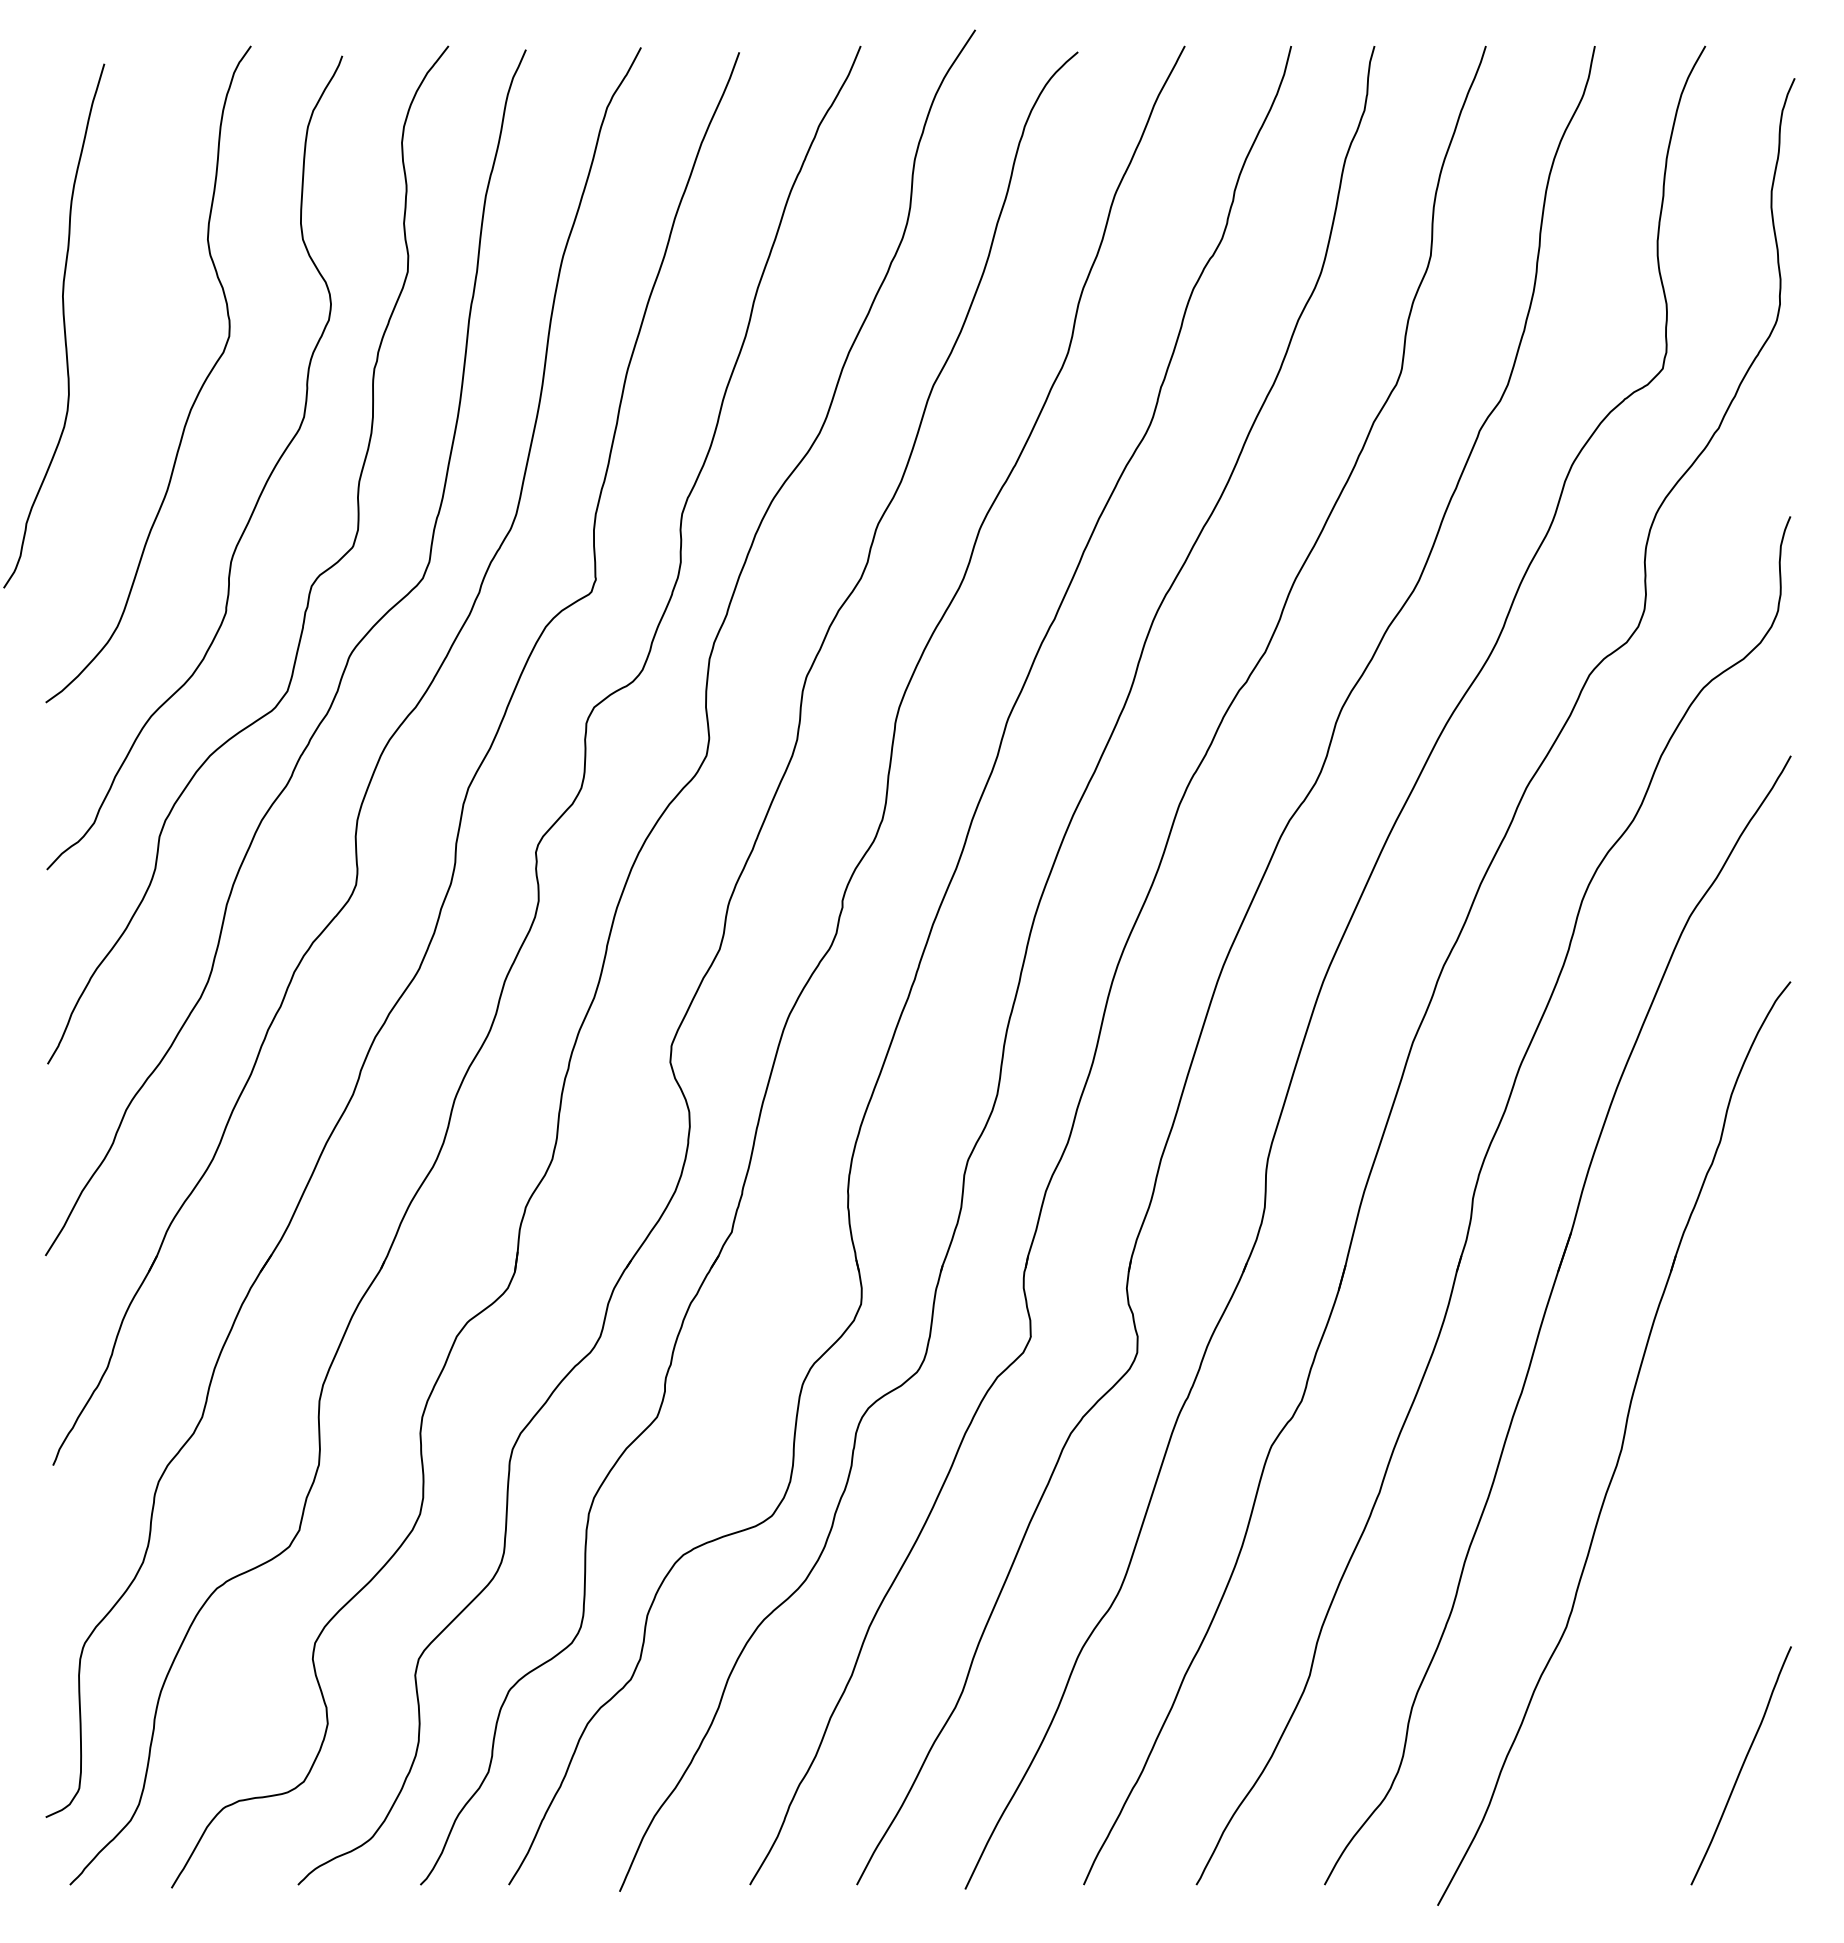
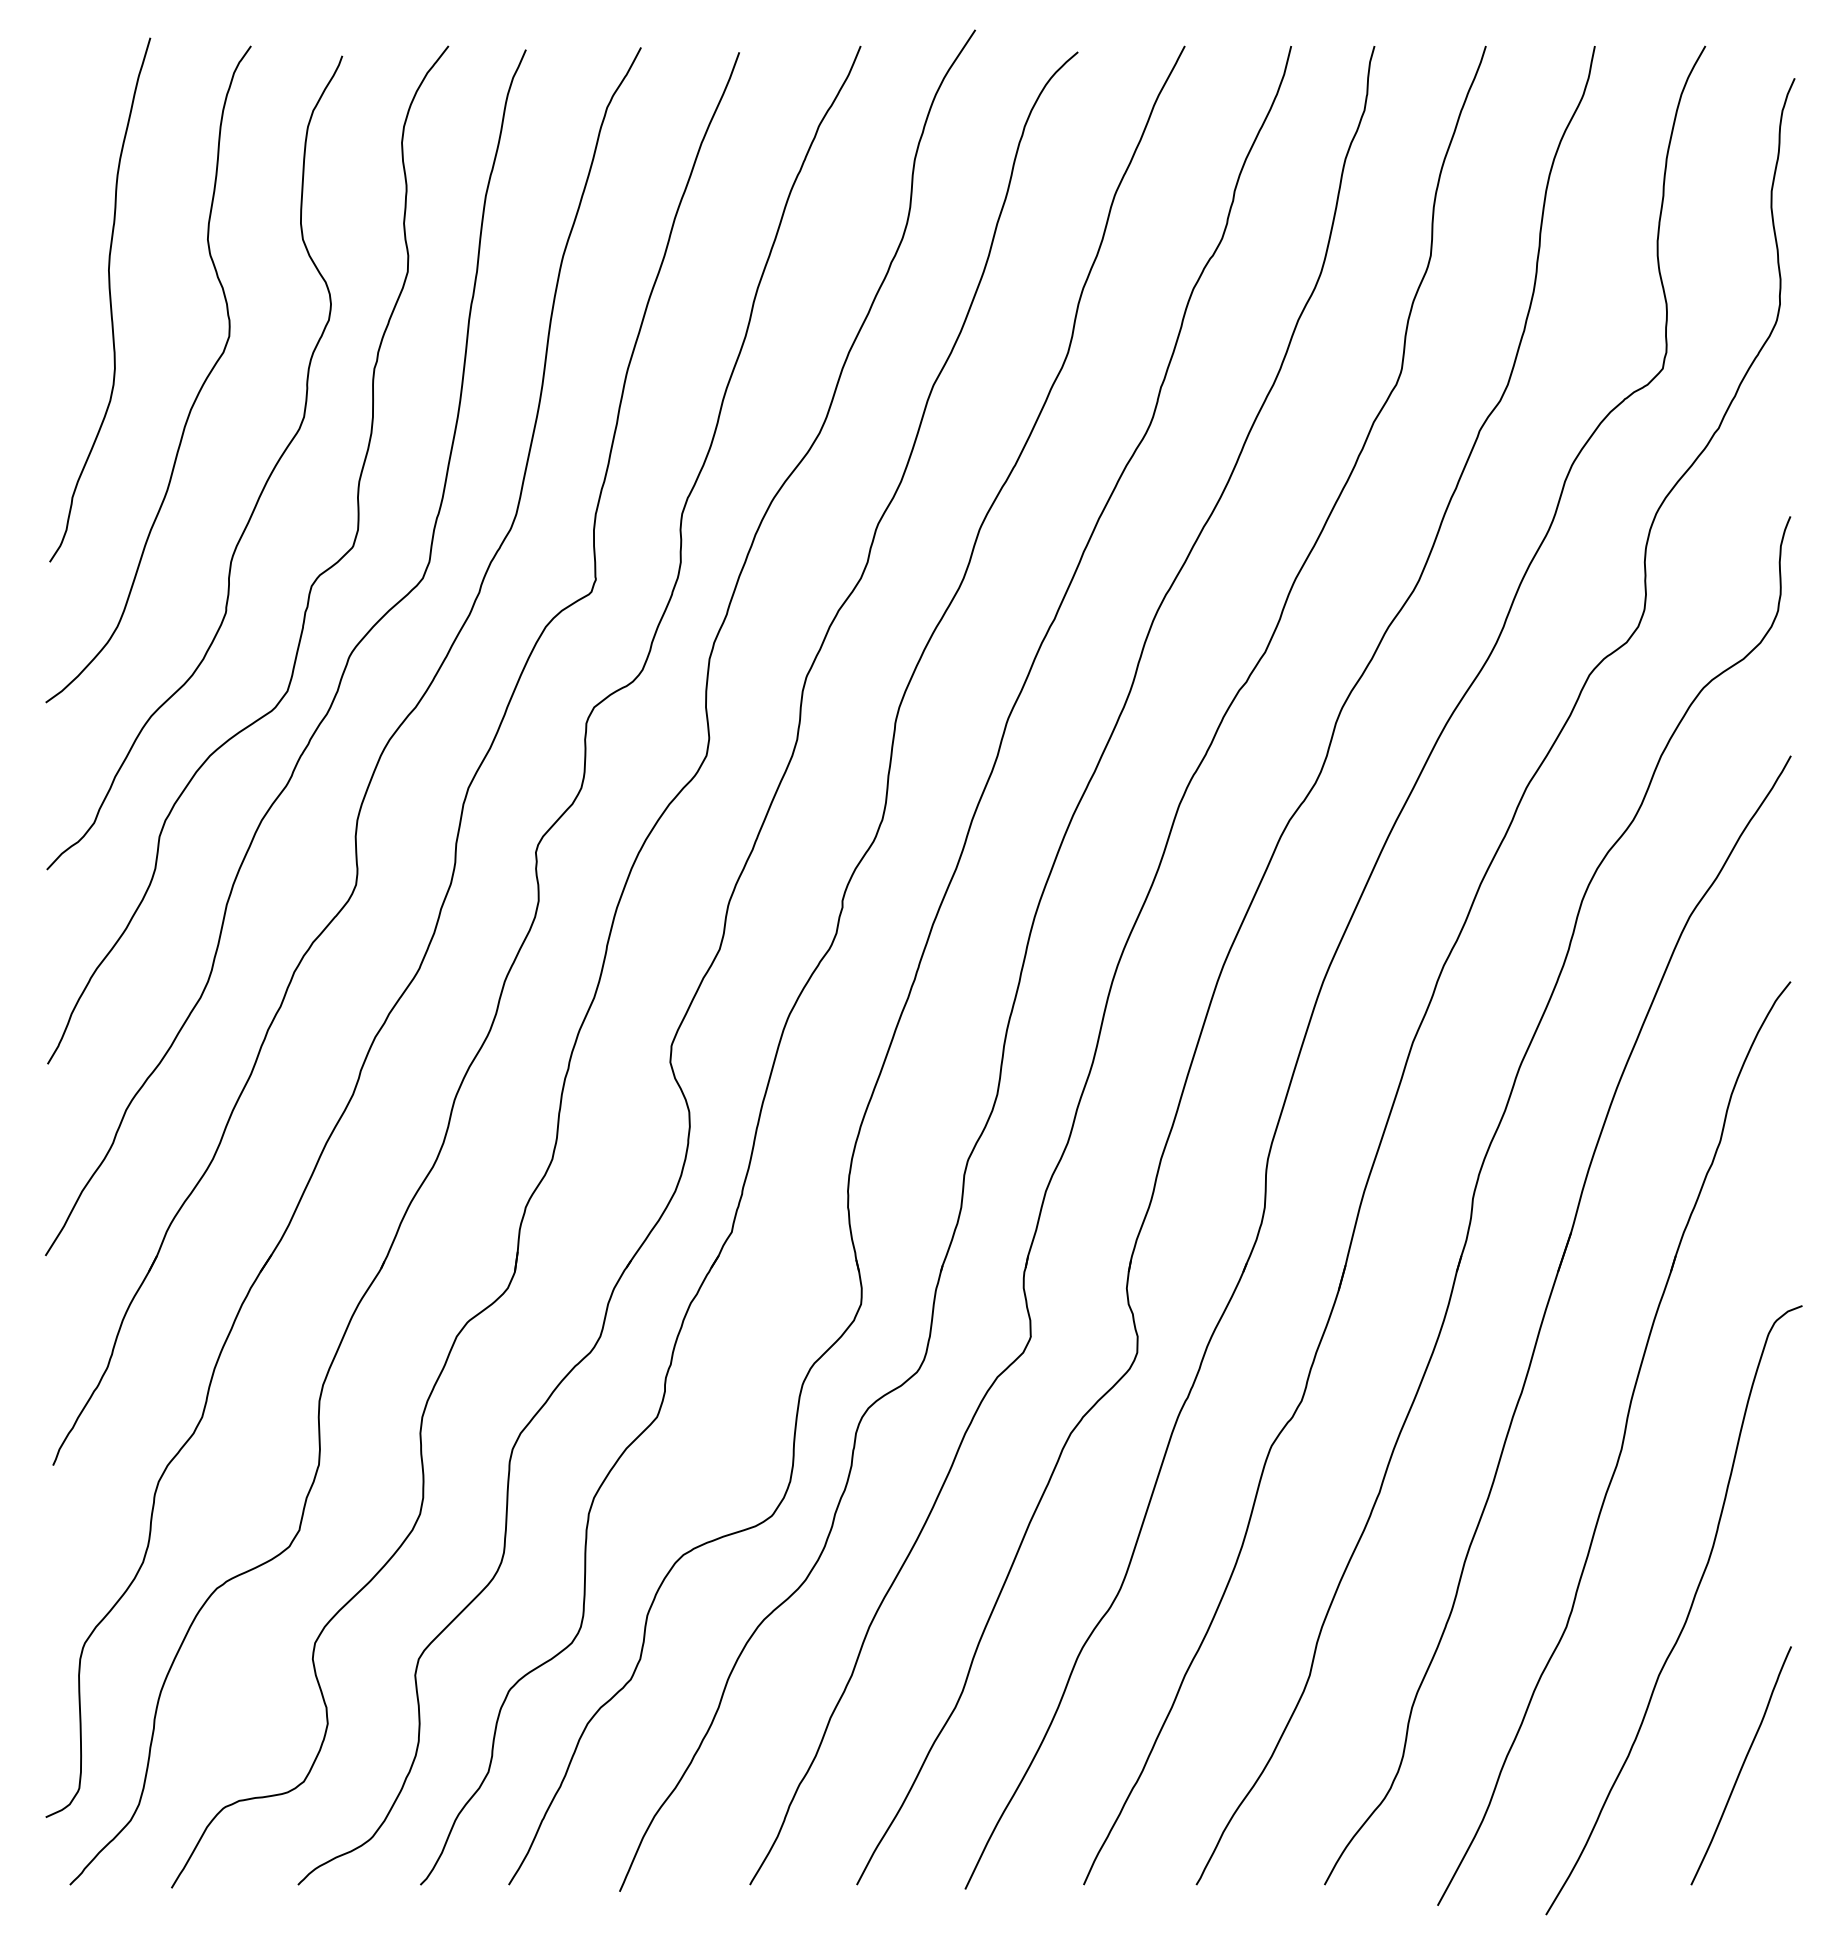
curve at (63, 325) position: (63, 325) -> (109, 299)
curve at (1686, 1616): none -> present
